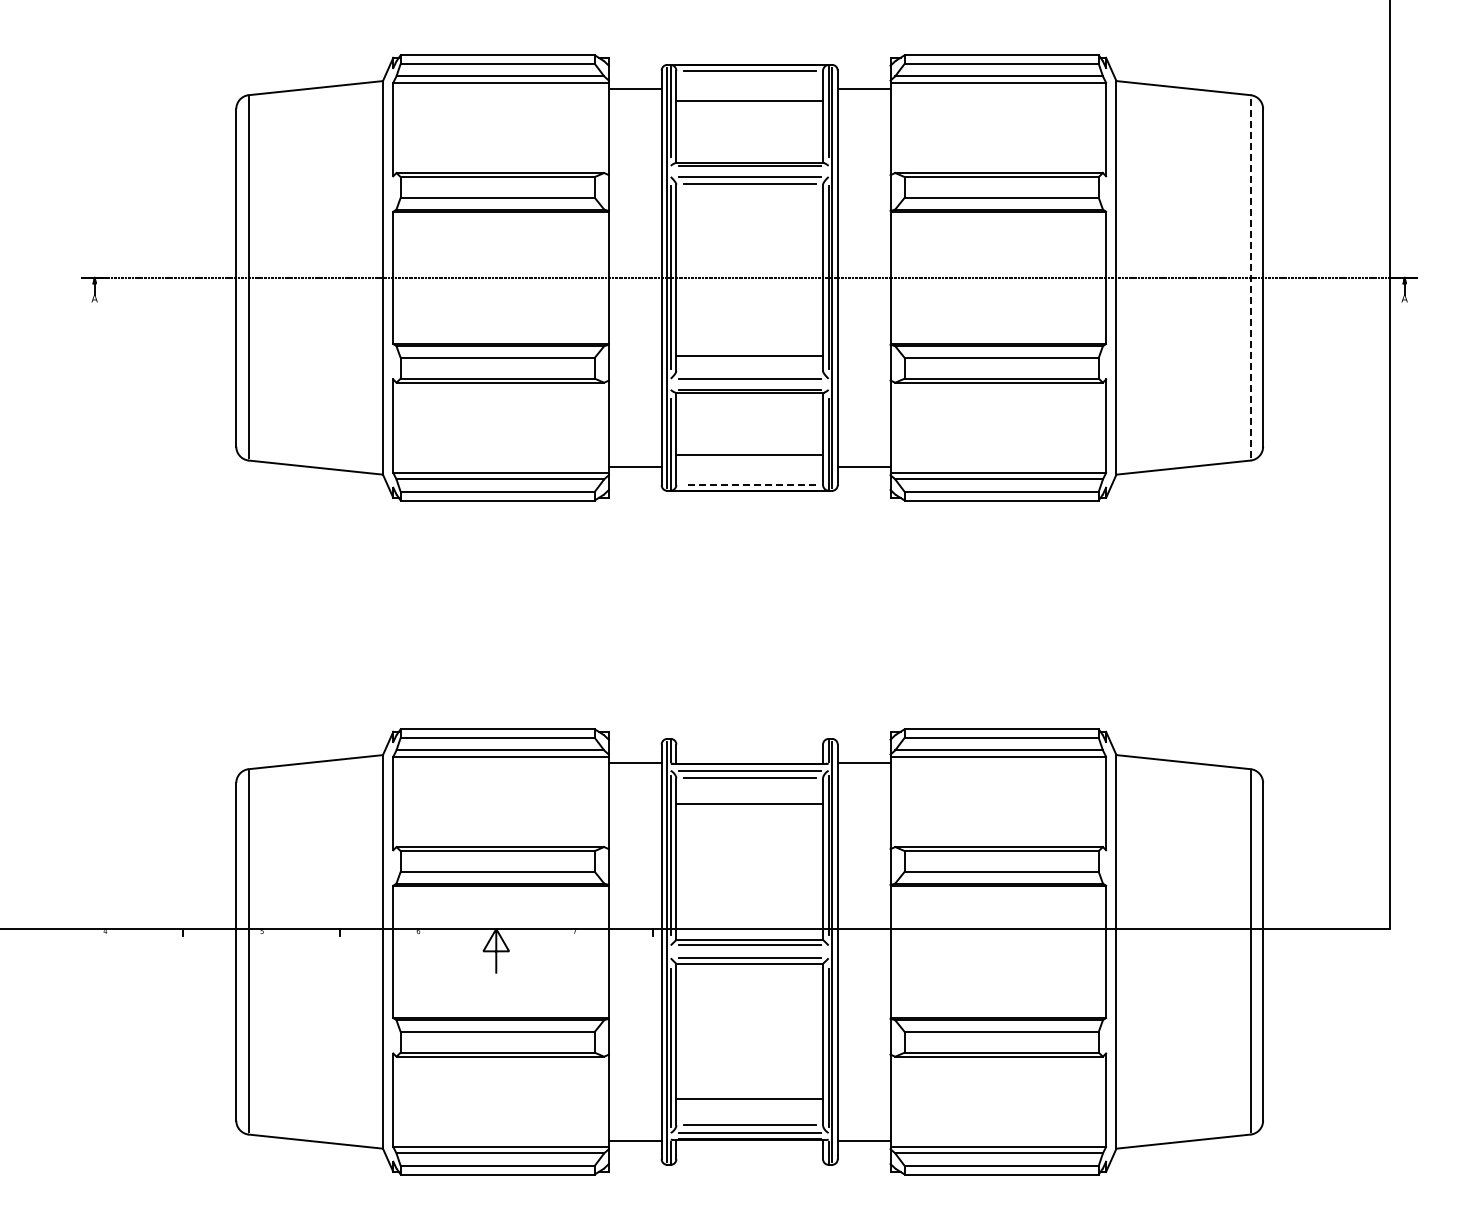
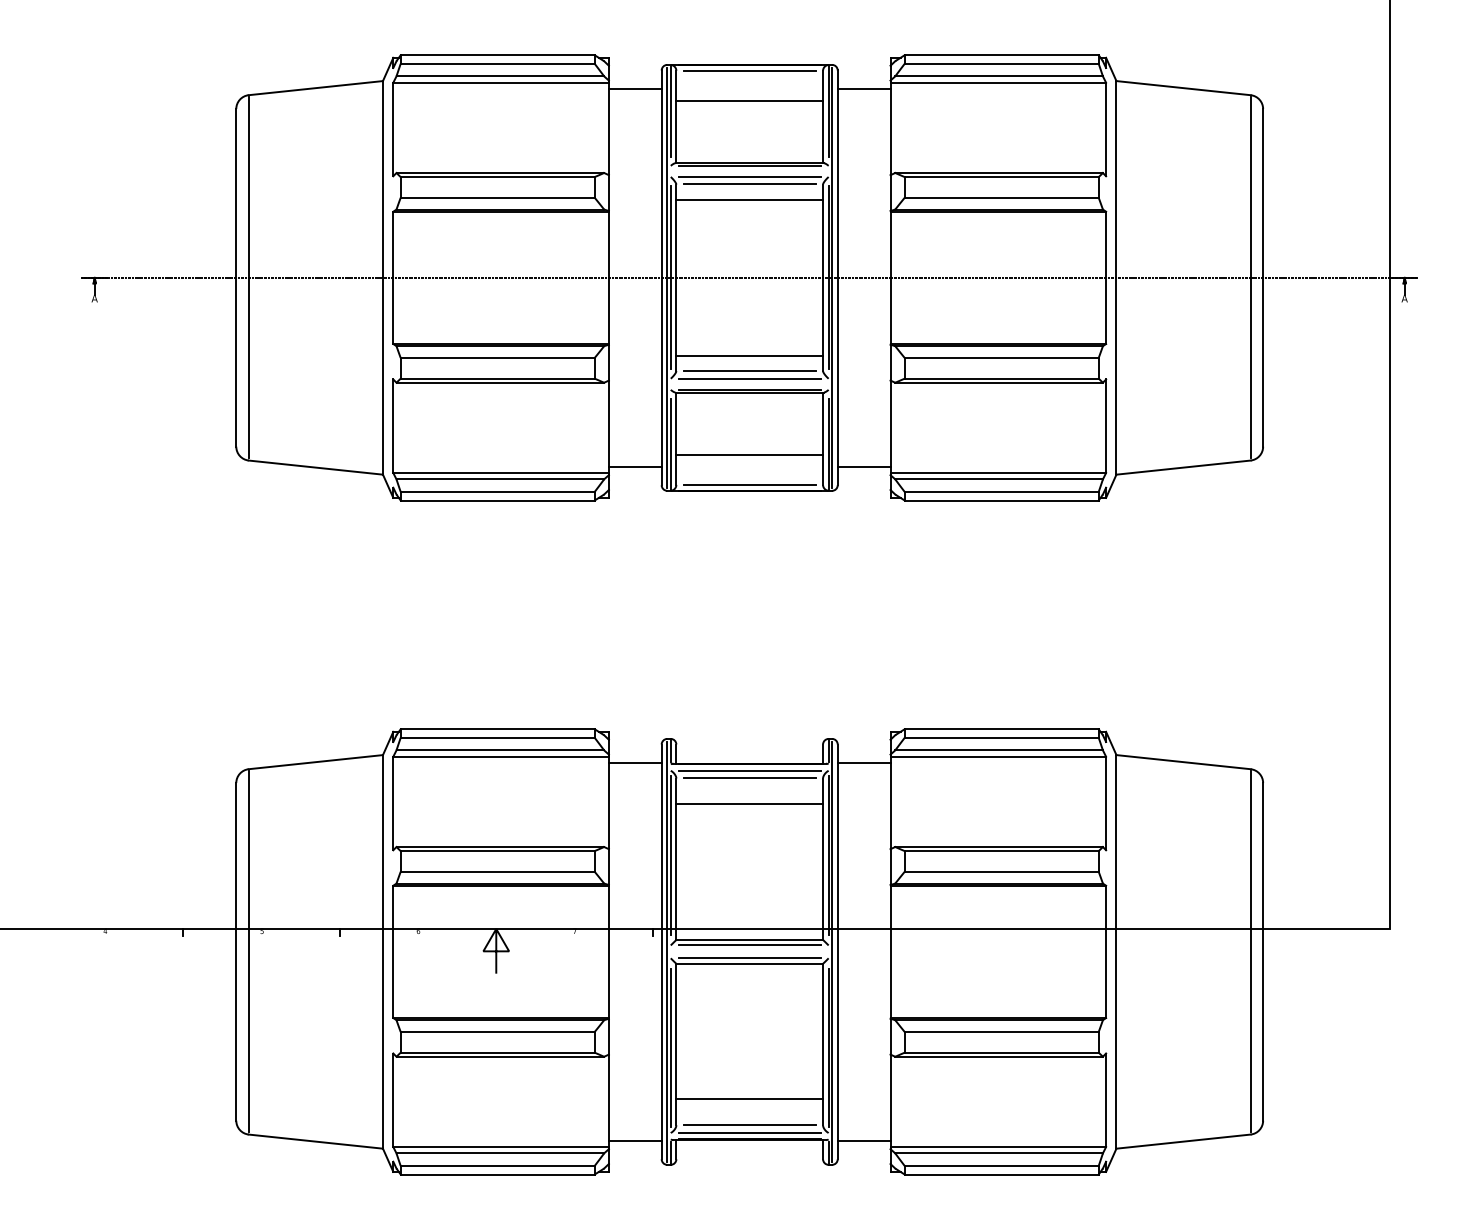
line at (749, 199): none -> present
line at (1250, 277): dashed -> solid
line at (749, 371): none -> present
line at (749, 485): dashed -> solid
